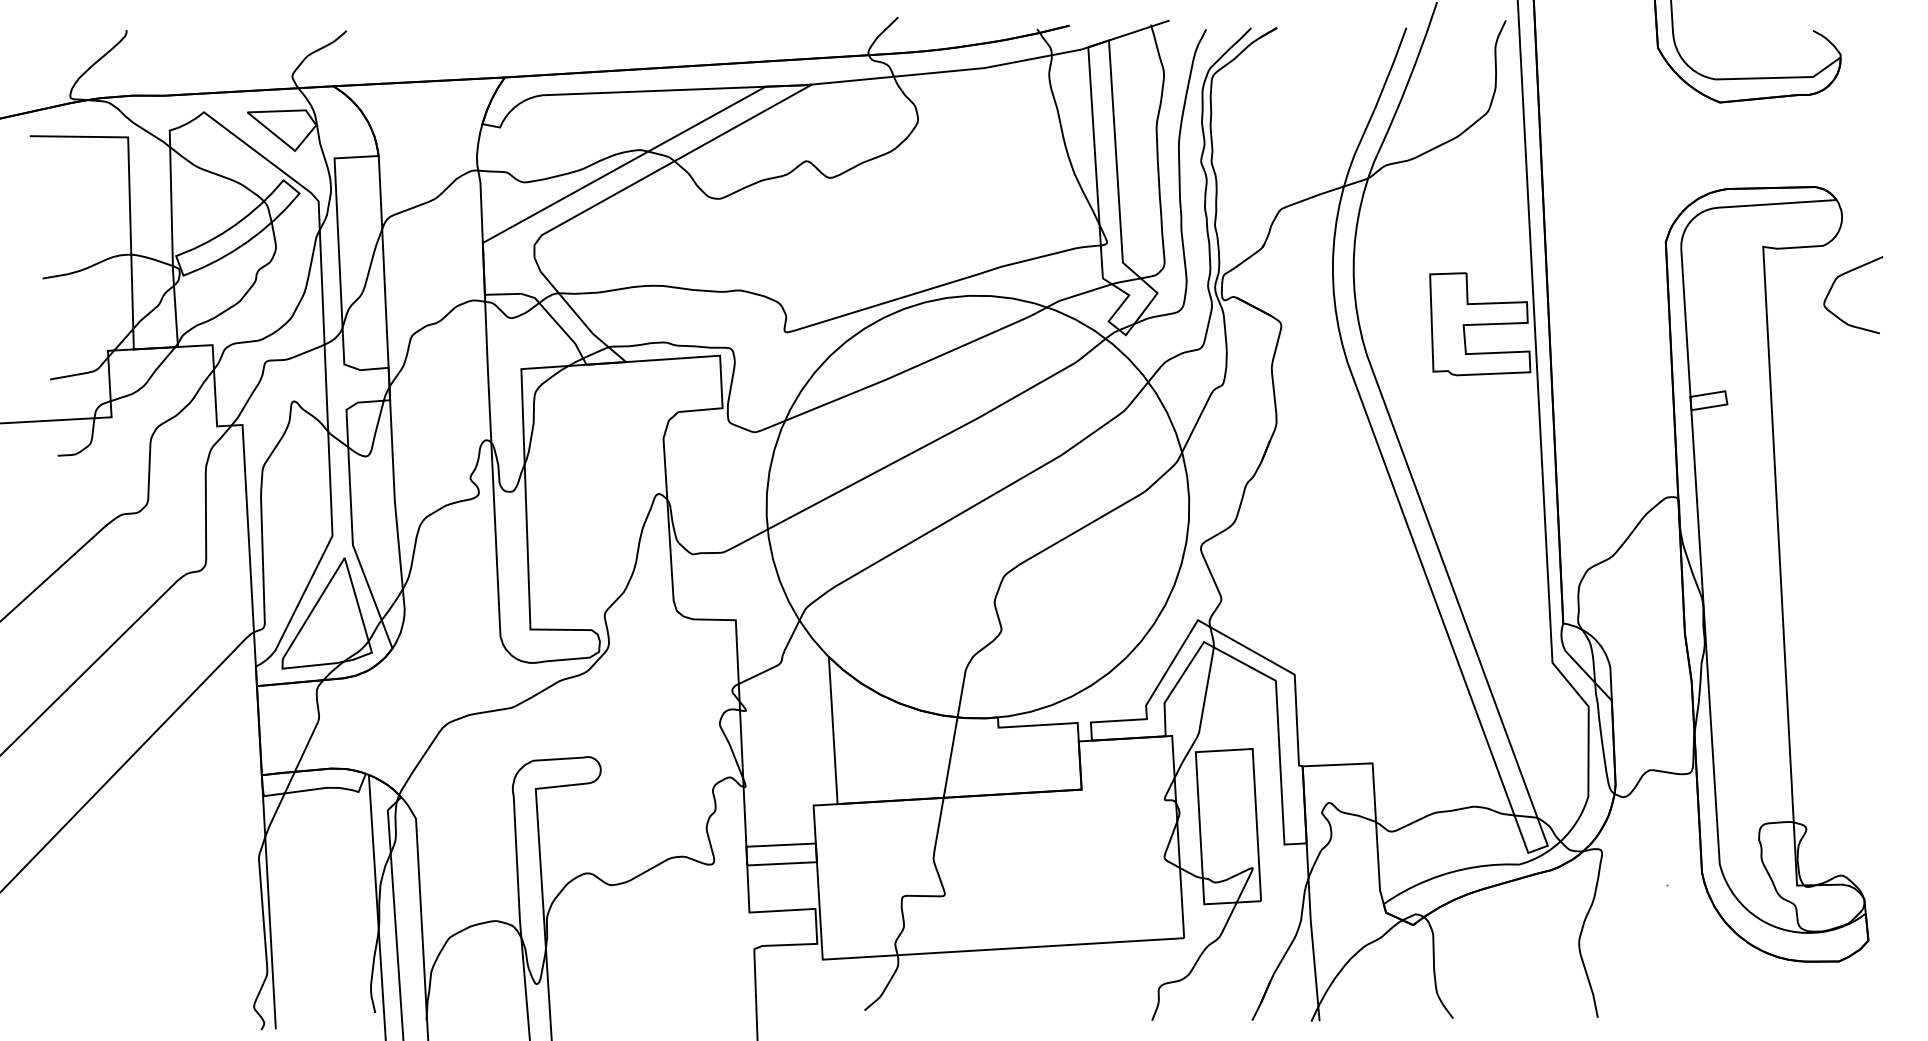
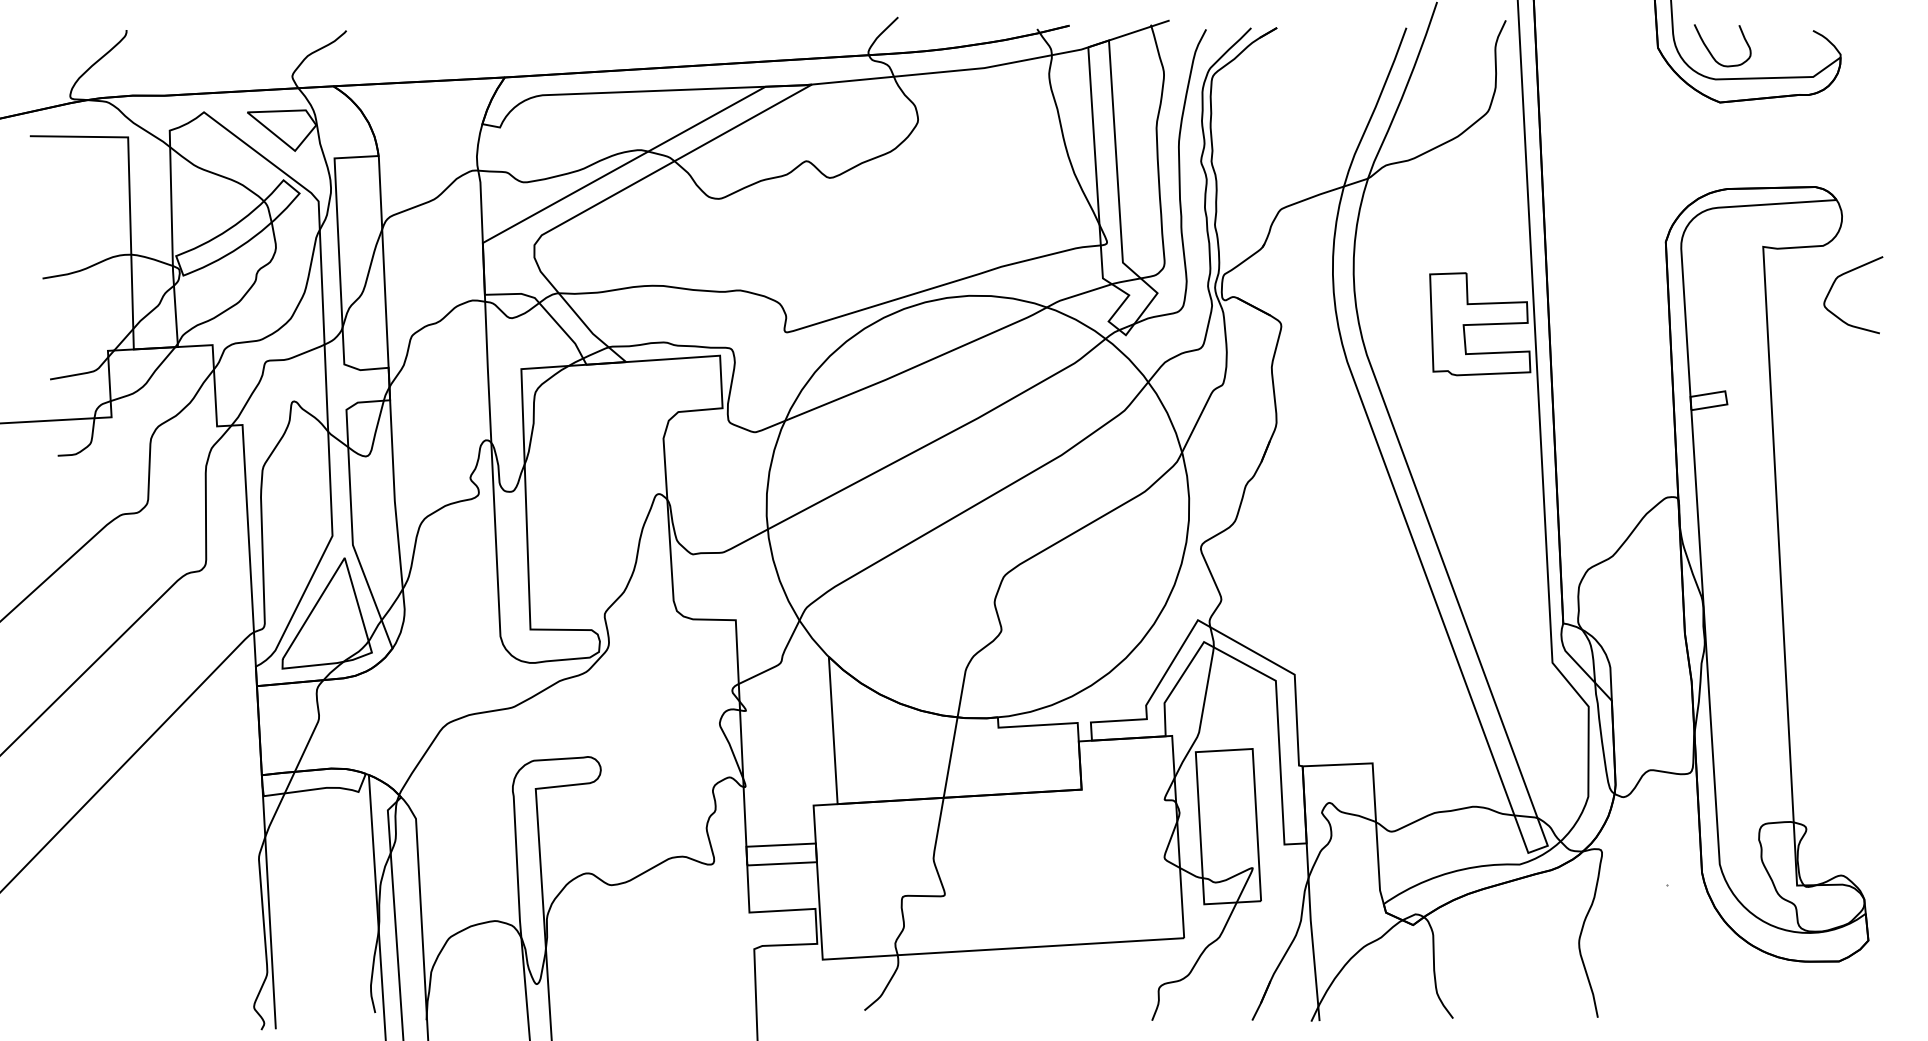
curve at (1710, 51): none -> present
